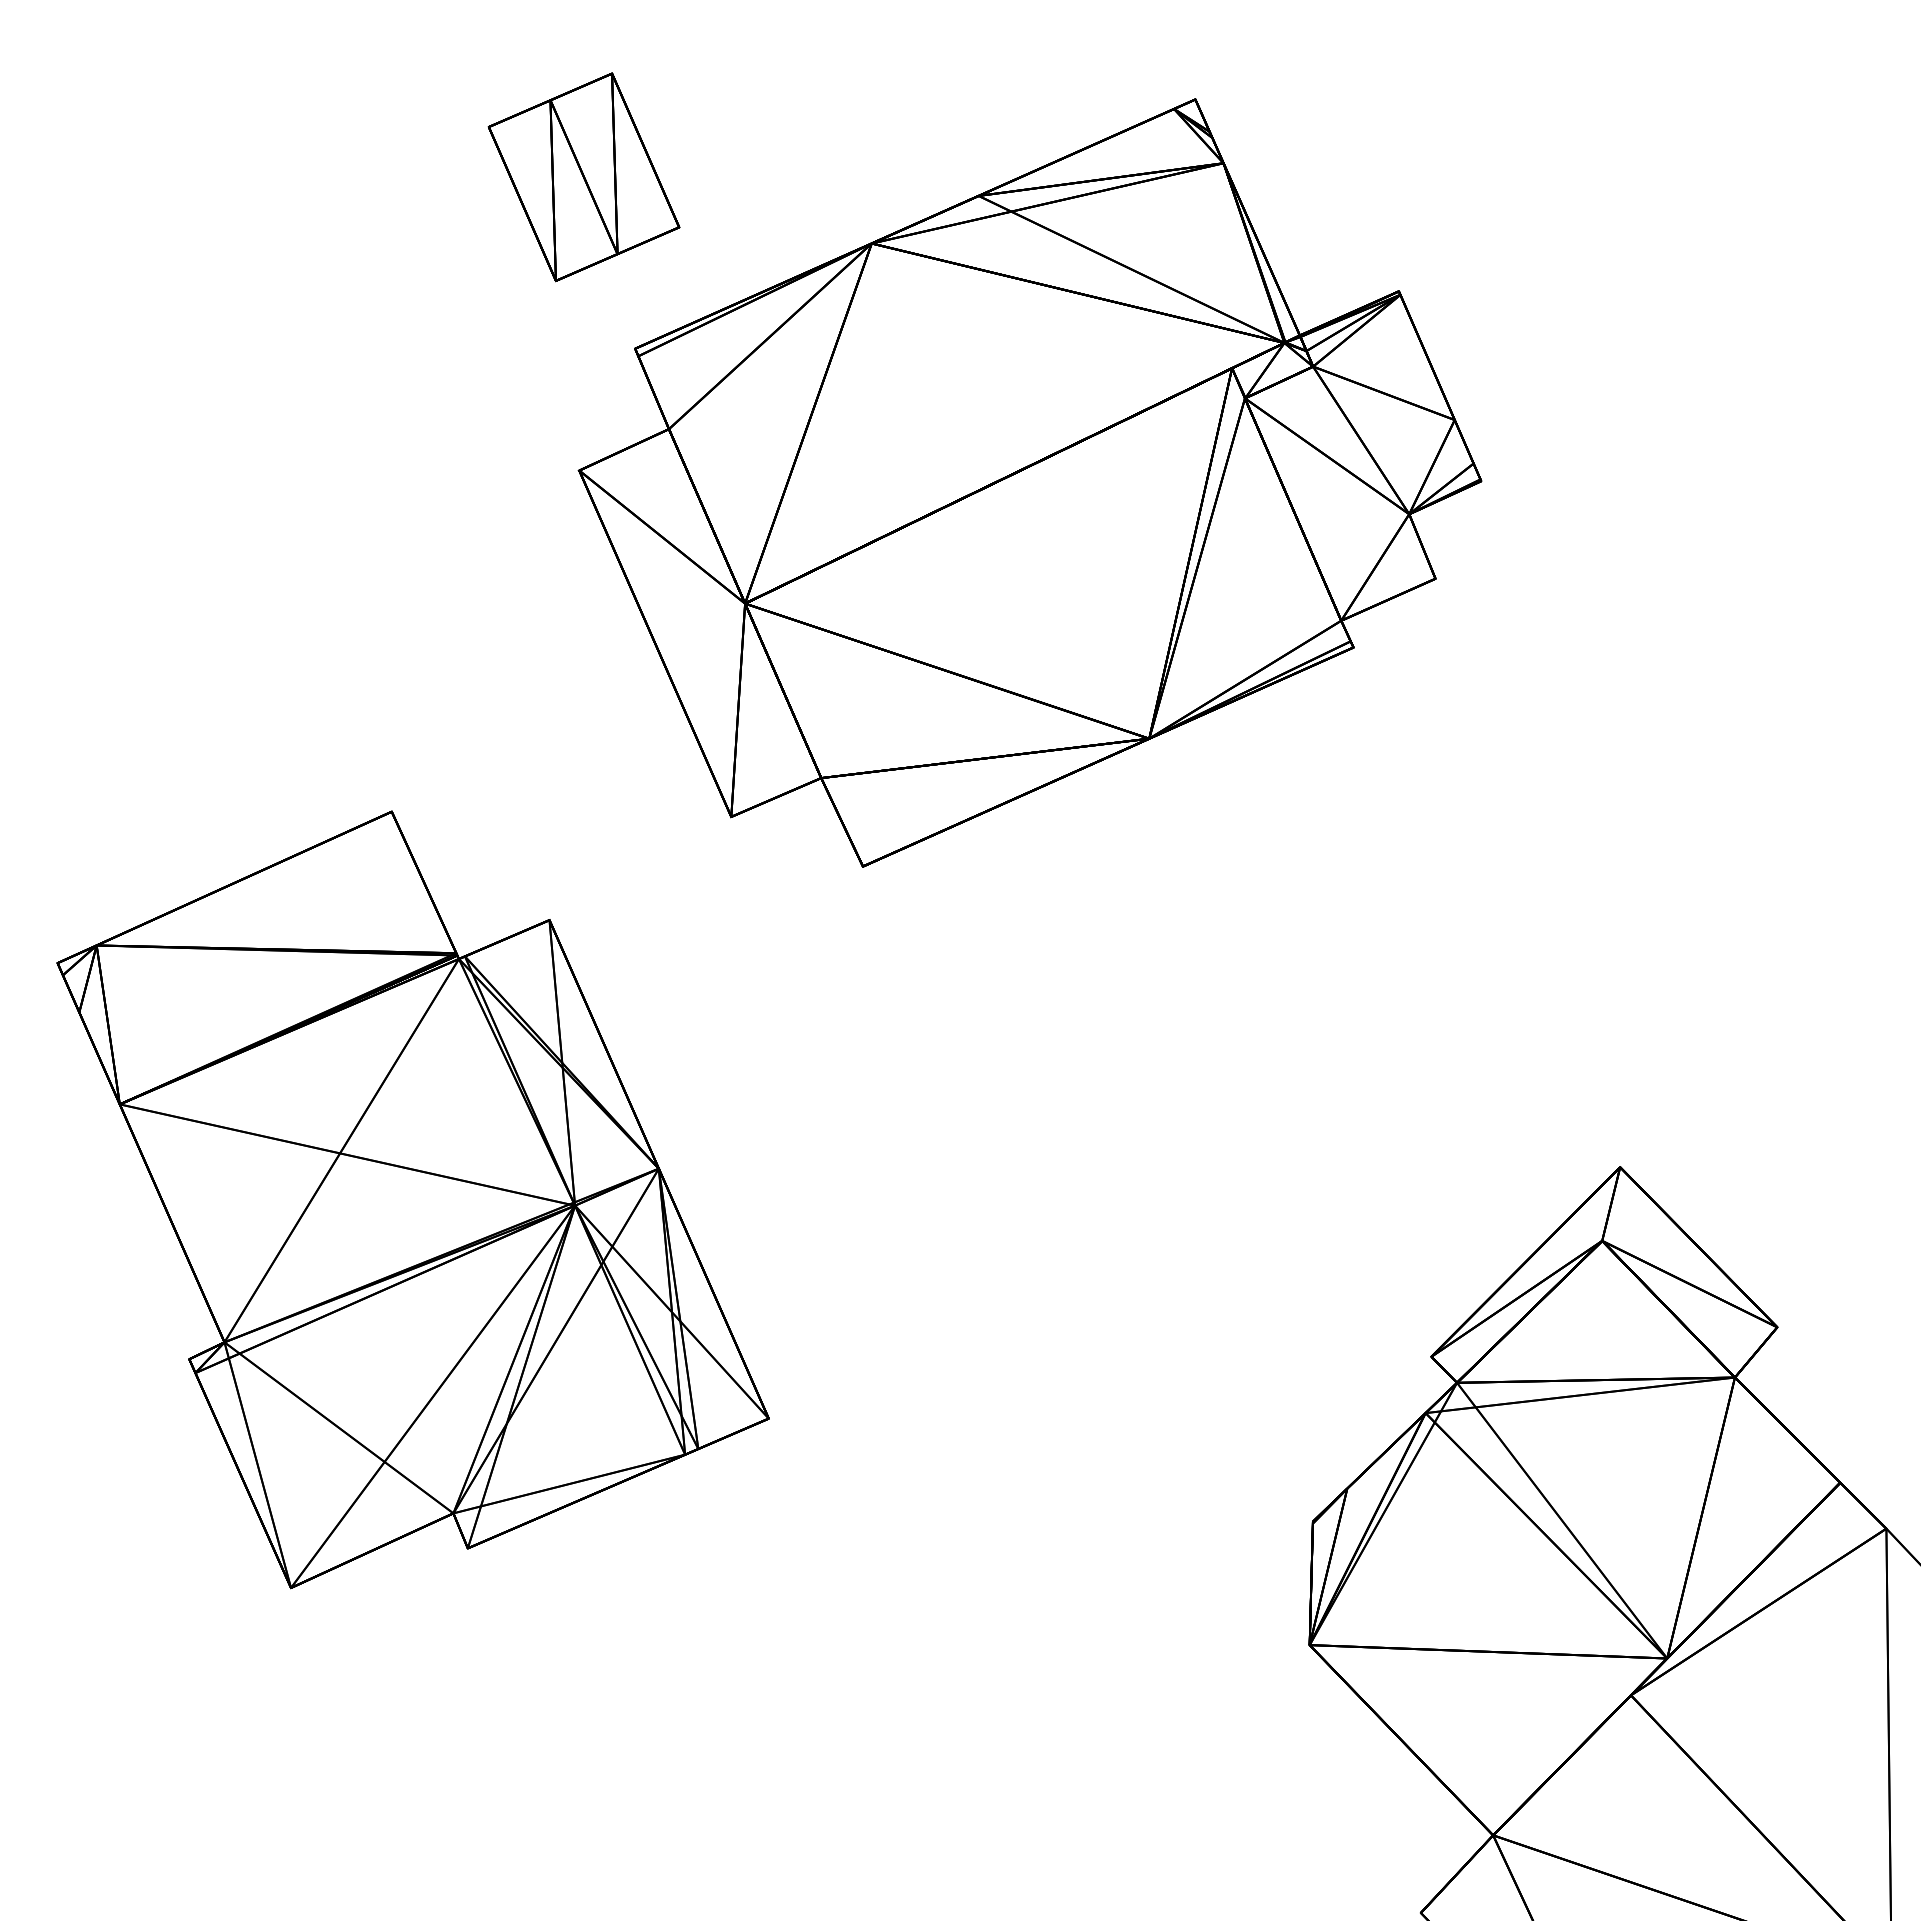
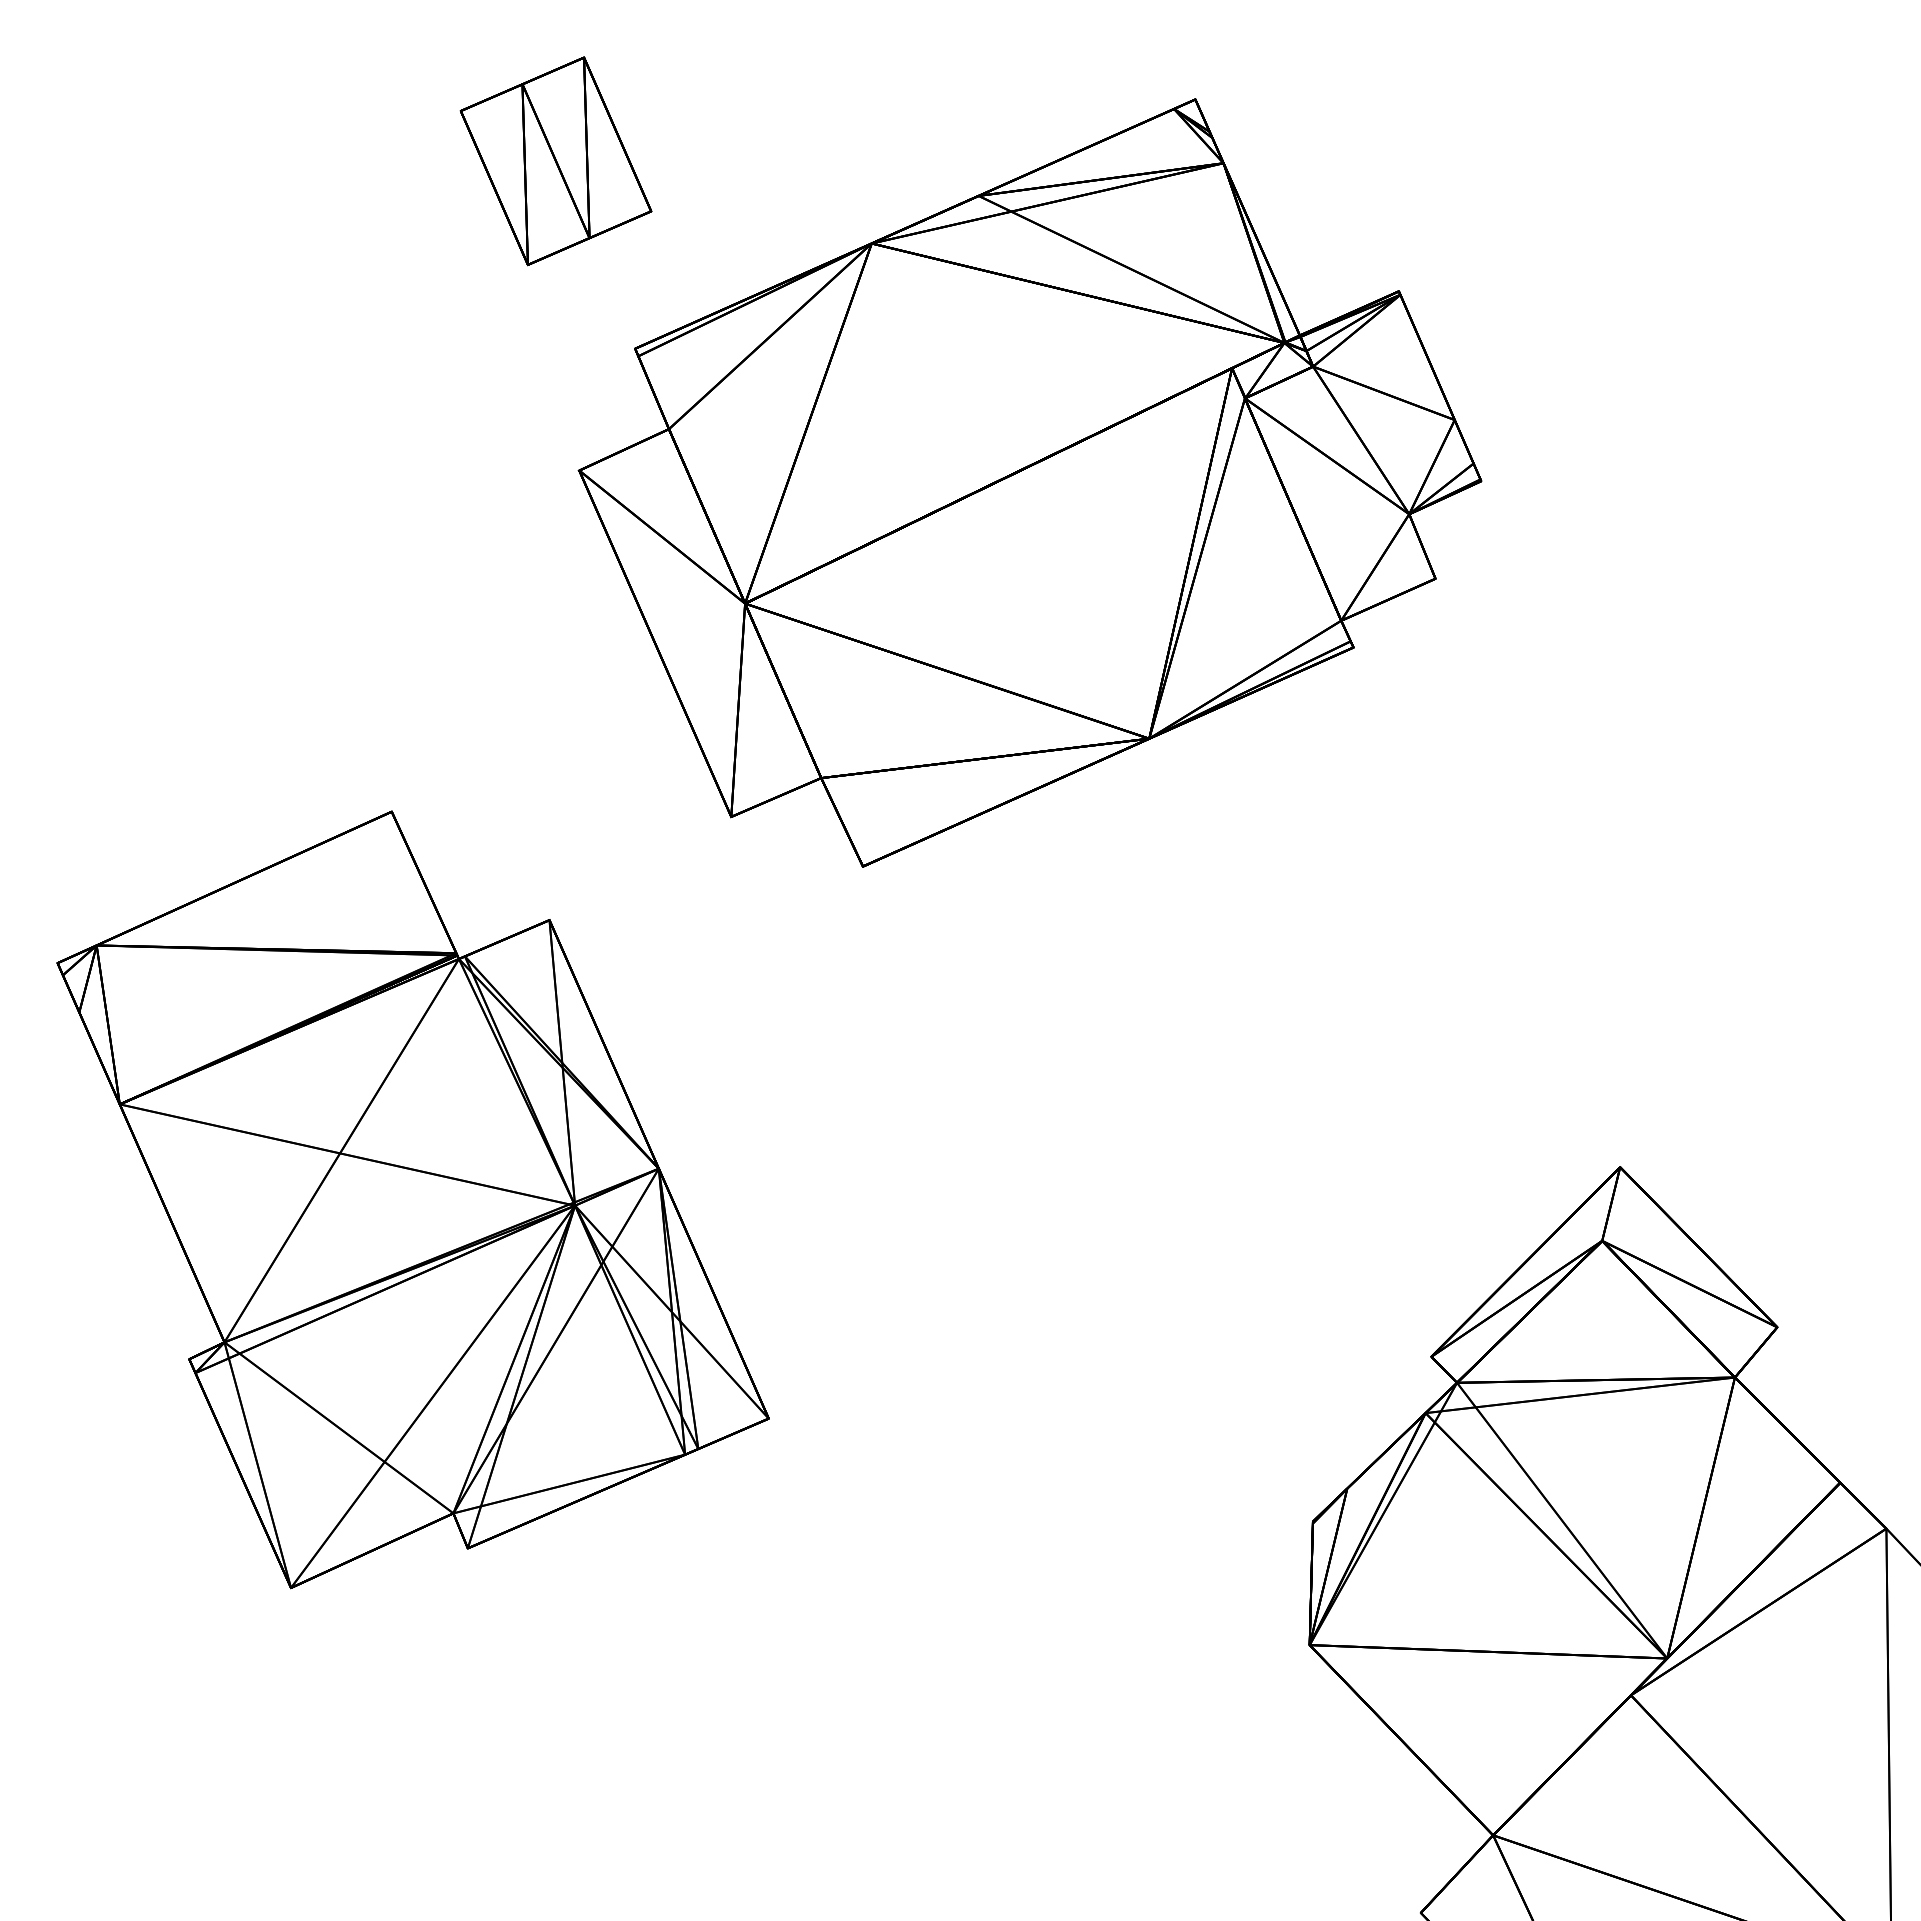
part at (583, 177) position: (583, 177) -> (555, 161)
